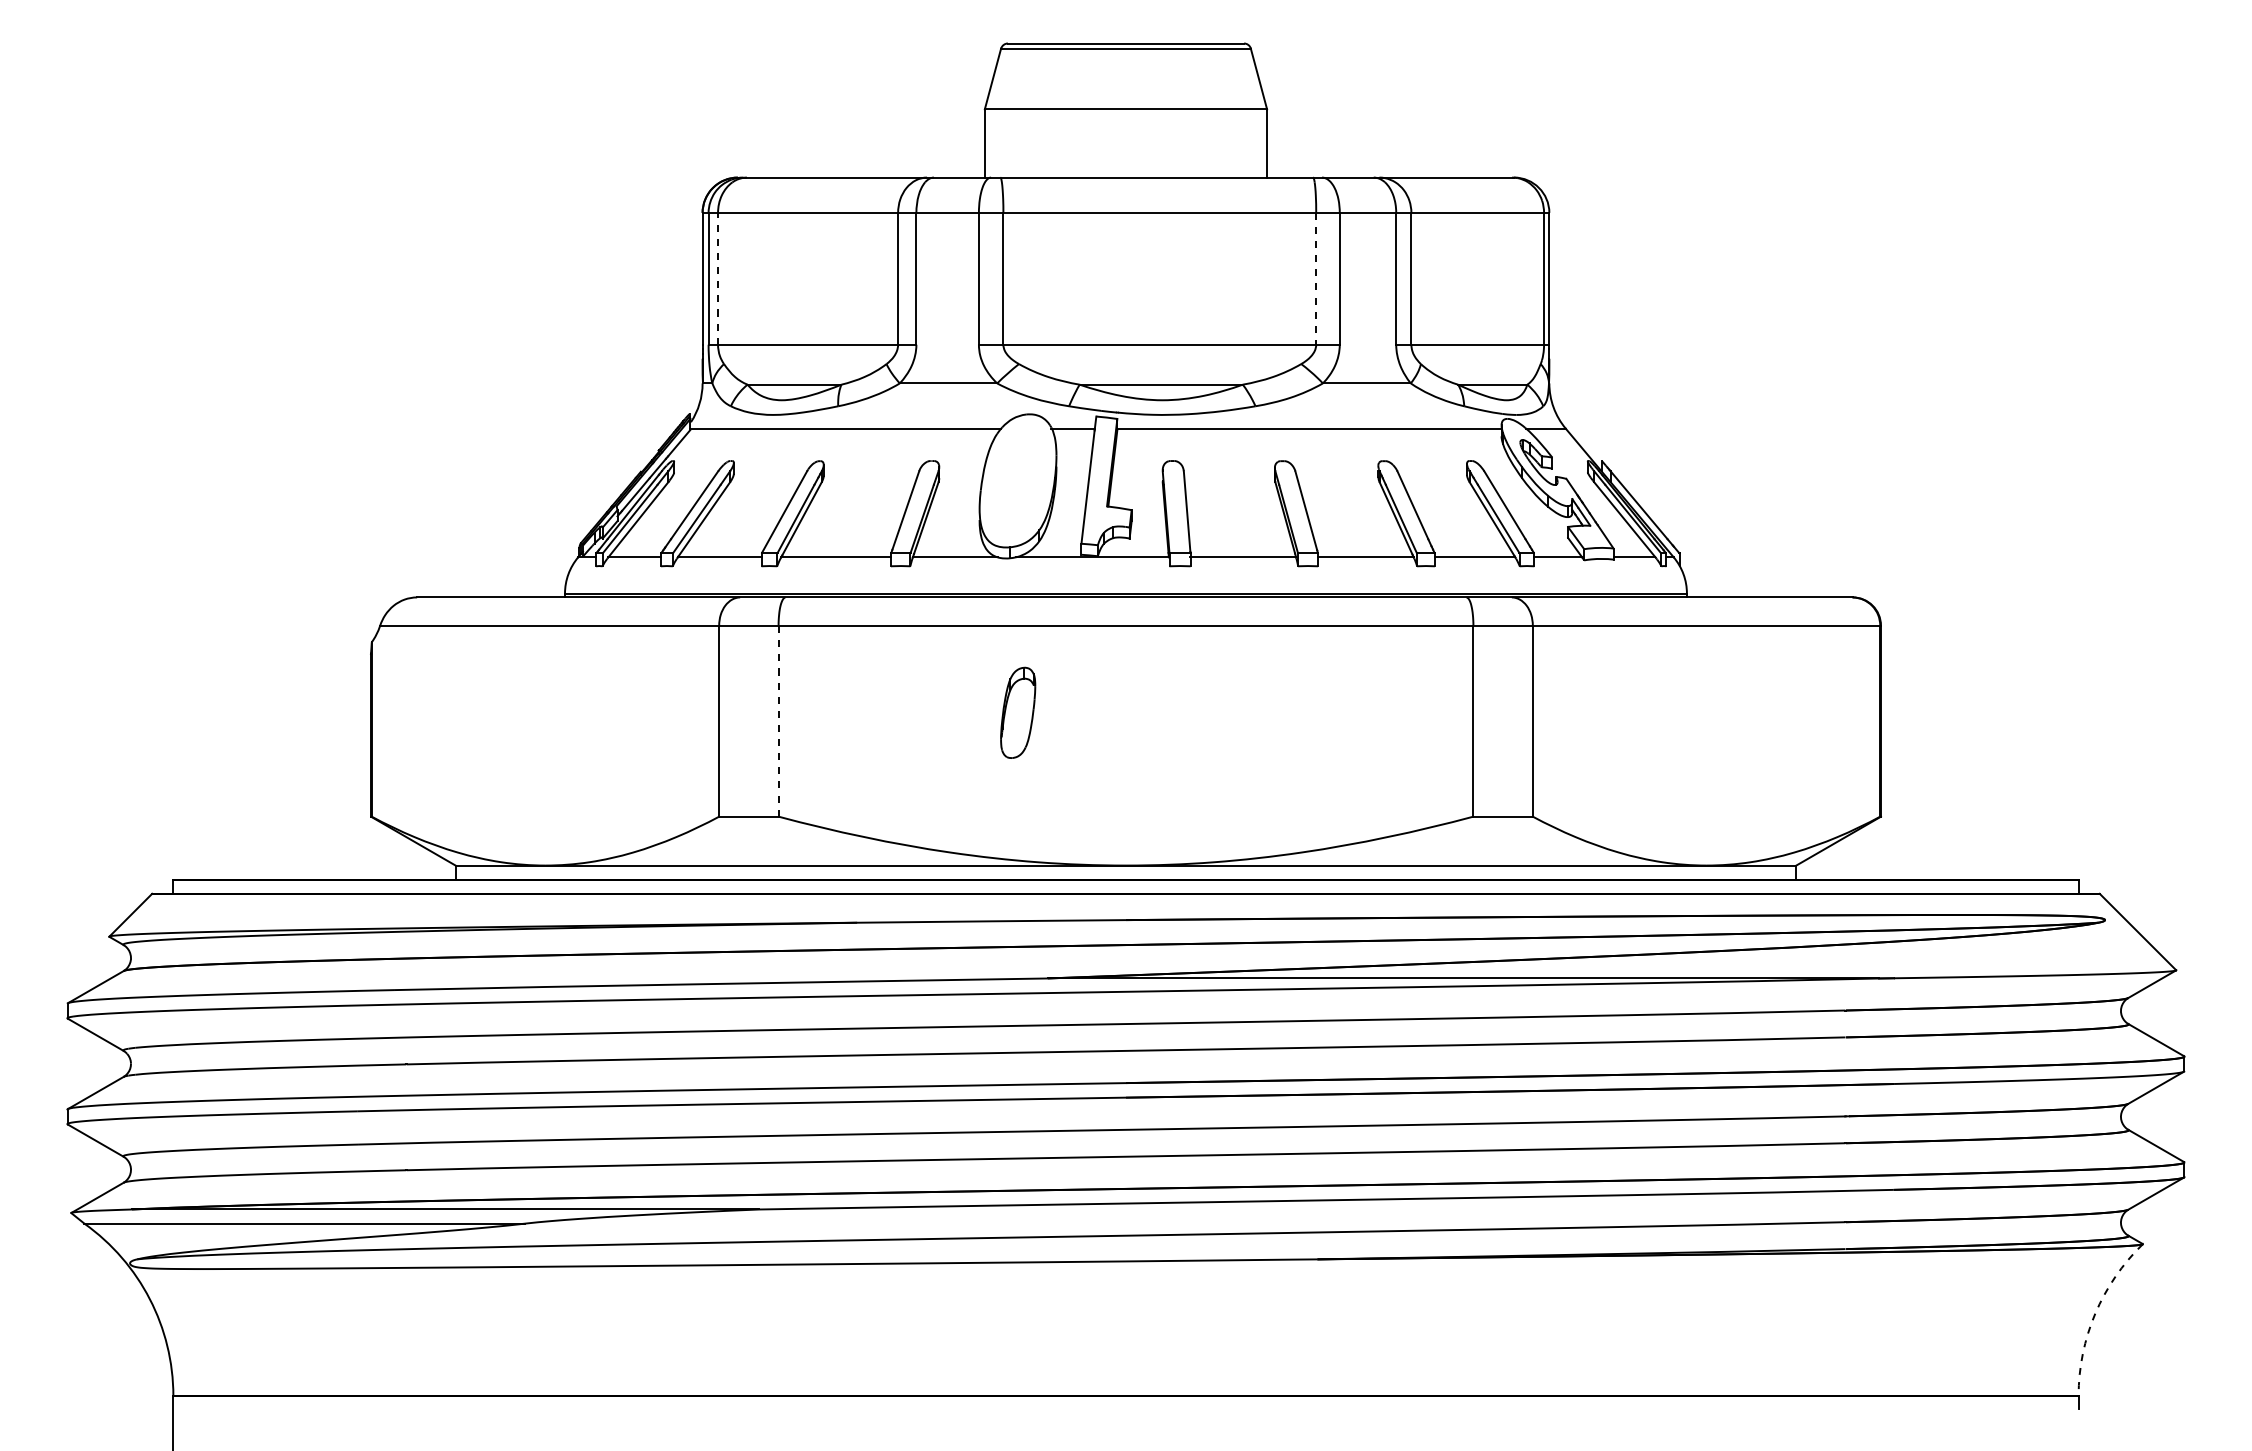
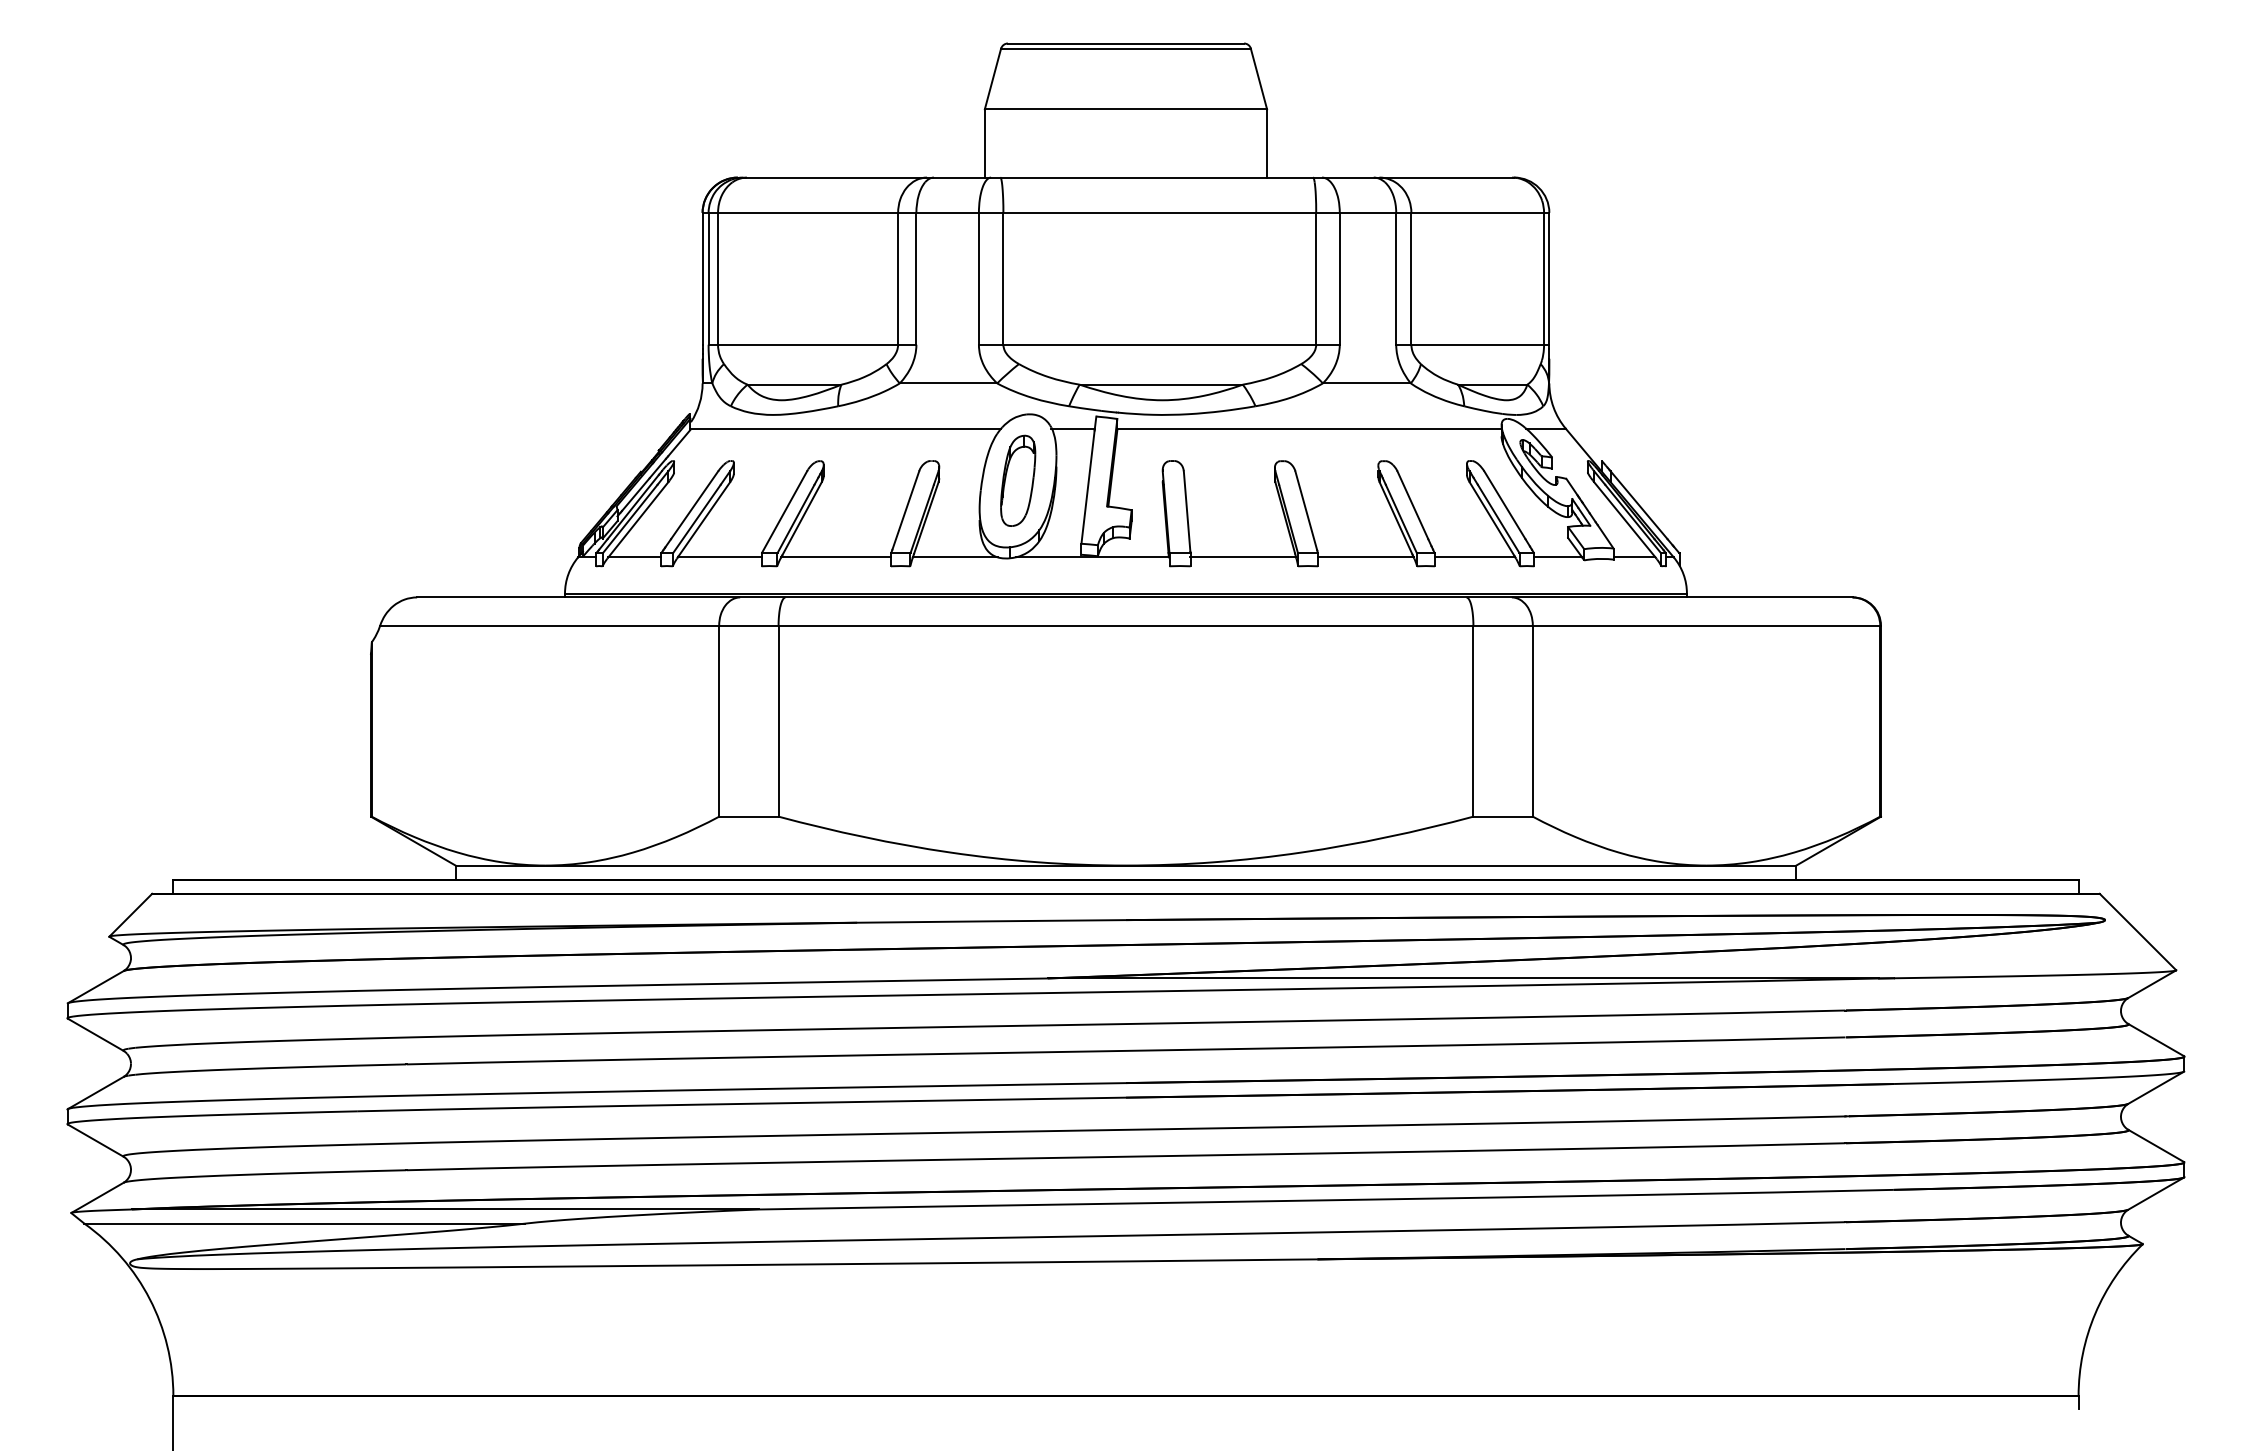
line at (718, 278): dashed -> solid
line at (1316, 278): dashed -> solid
part at (1018, 712) position: (1018, 712) -> (1018, 480)
line at (778, 721): dashed -> solid
arc at (2095, 1313): dashed -> solid
